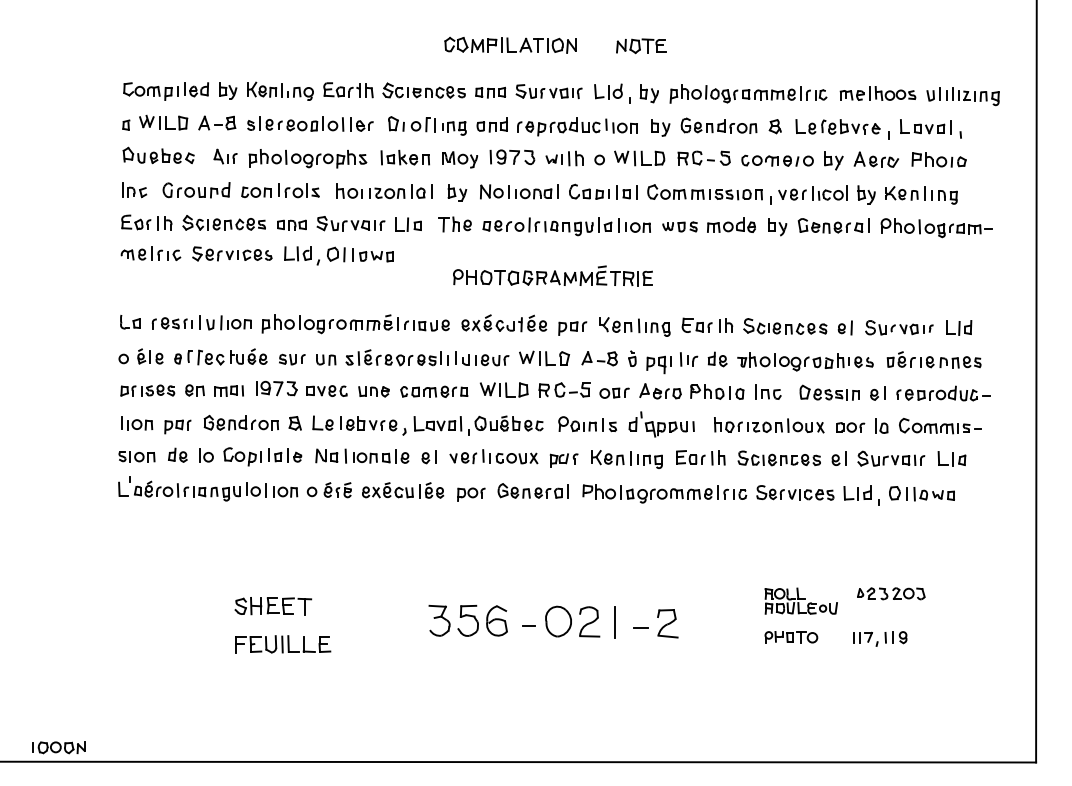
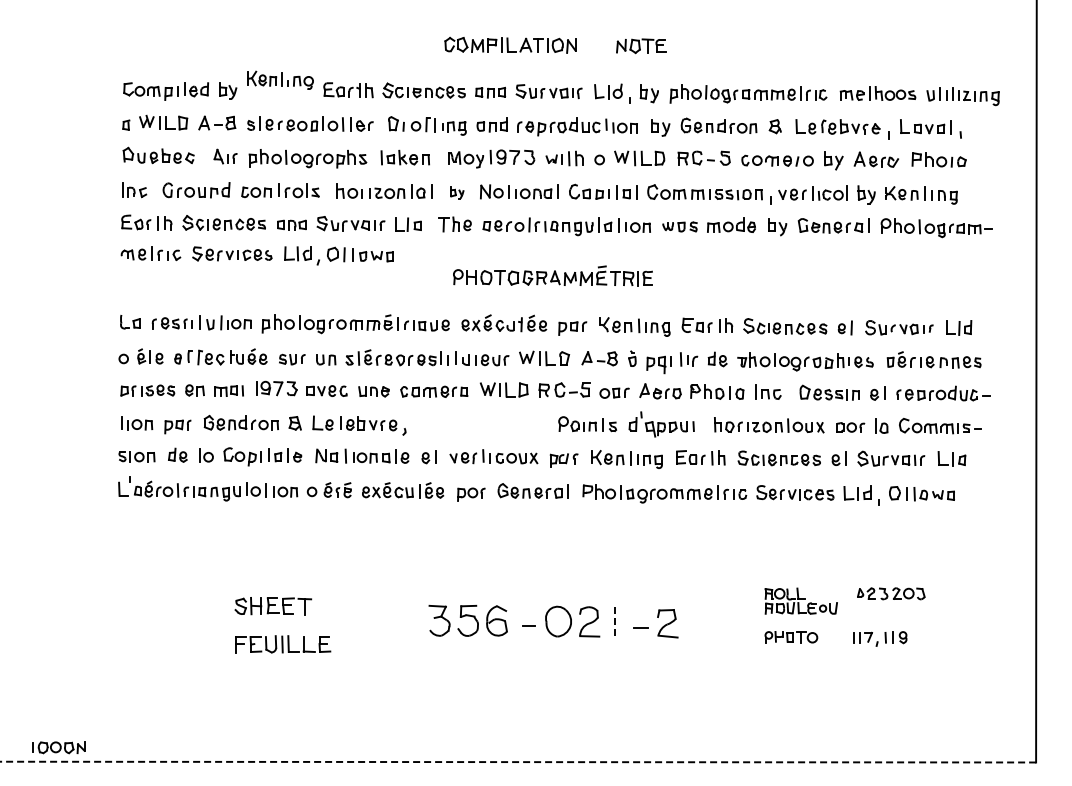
part at (280, 90) position: (280, 90) -> (280, 79)
part at (459, 159) position: (459, 159) -> (465, 159)
part at (457, 192) size: 21x18 px -> 15x14 px
part at (478, 425): present -> none
line at (615, 622): solid -> dashed
line at (518, 762): solid -> dashed
